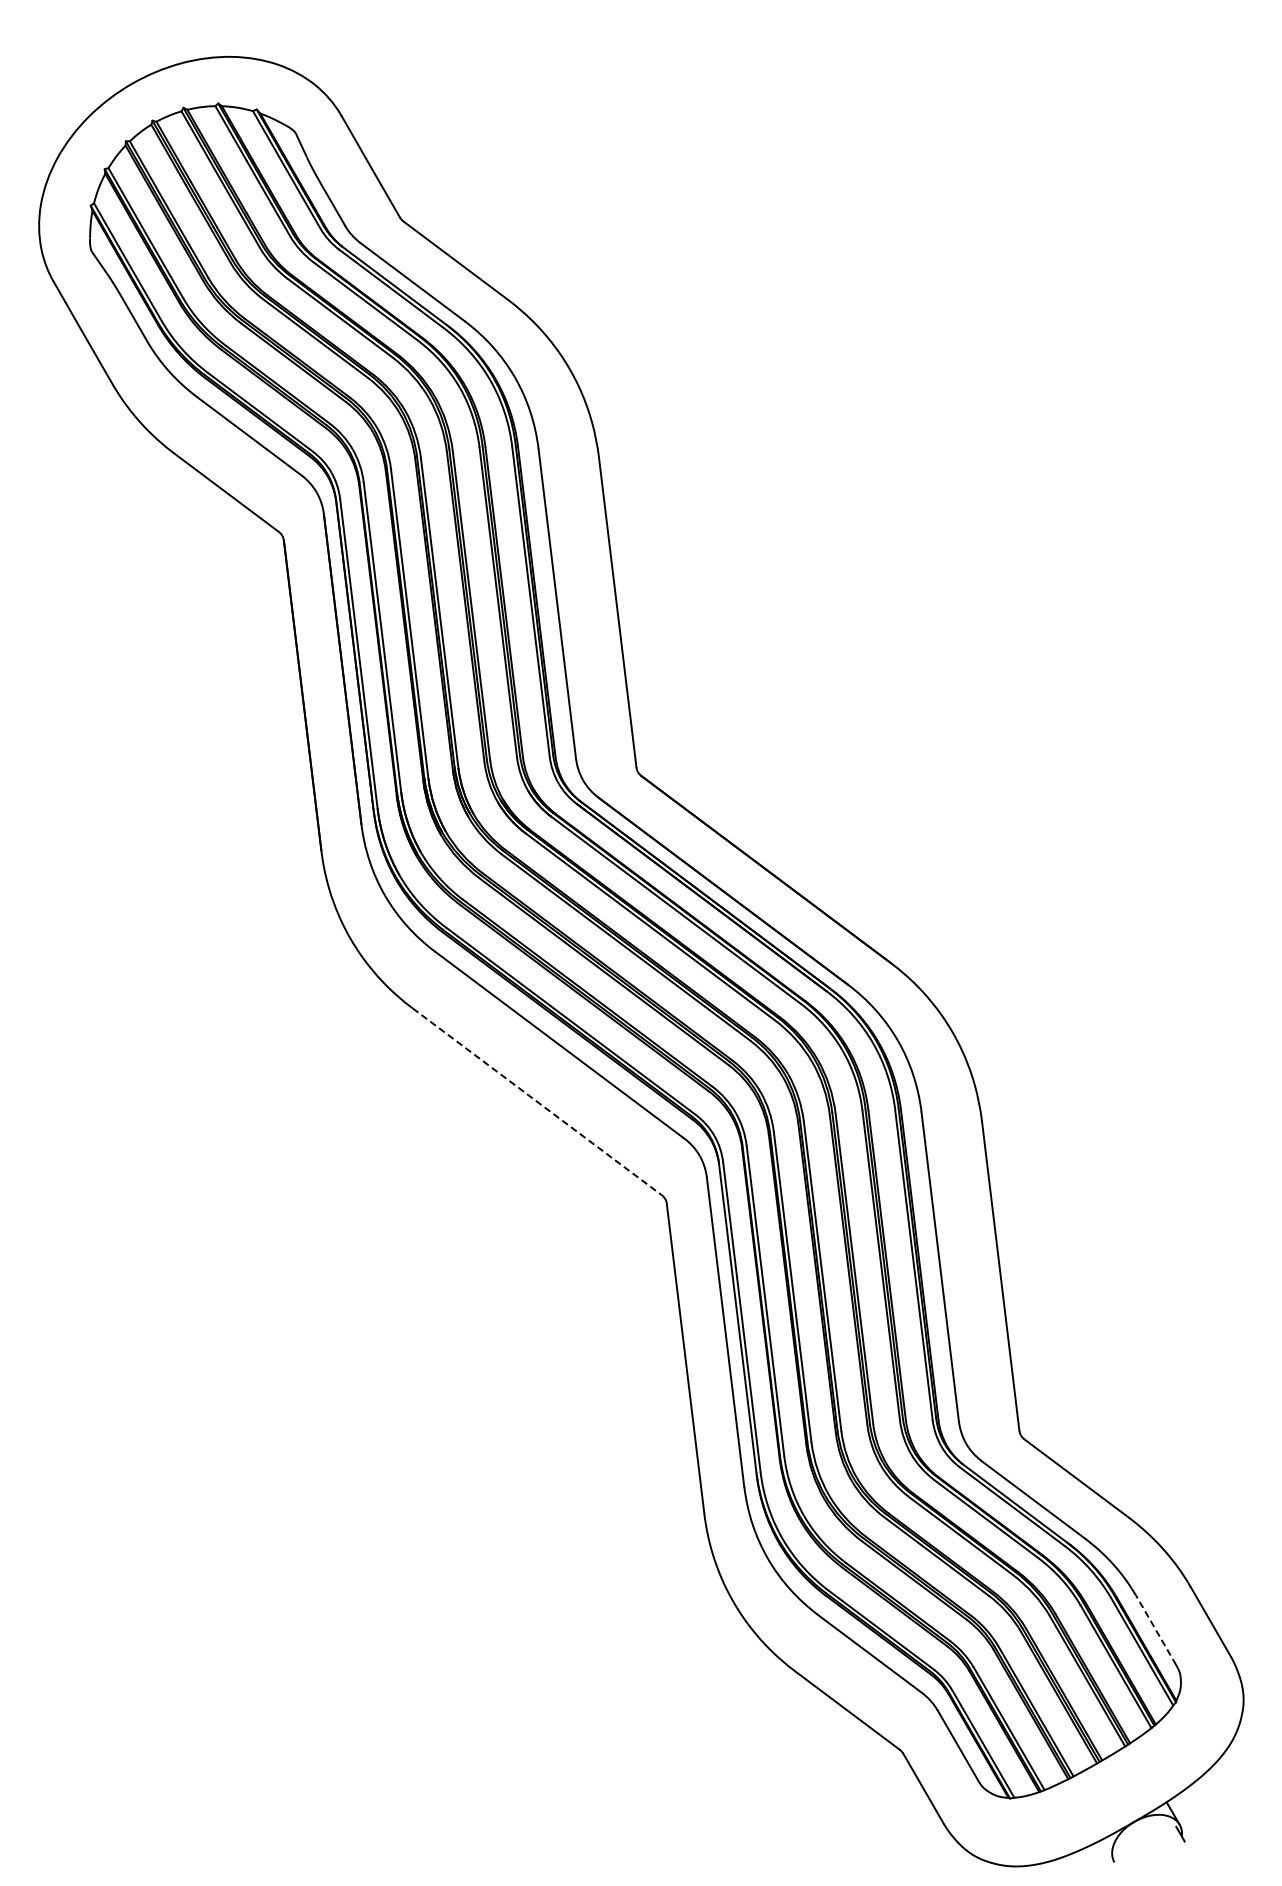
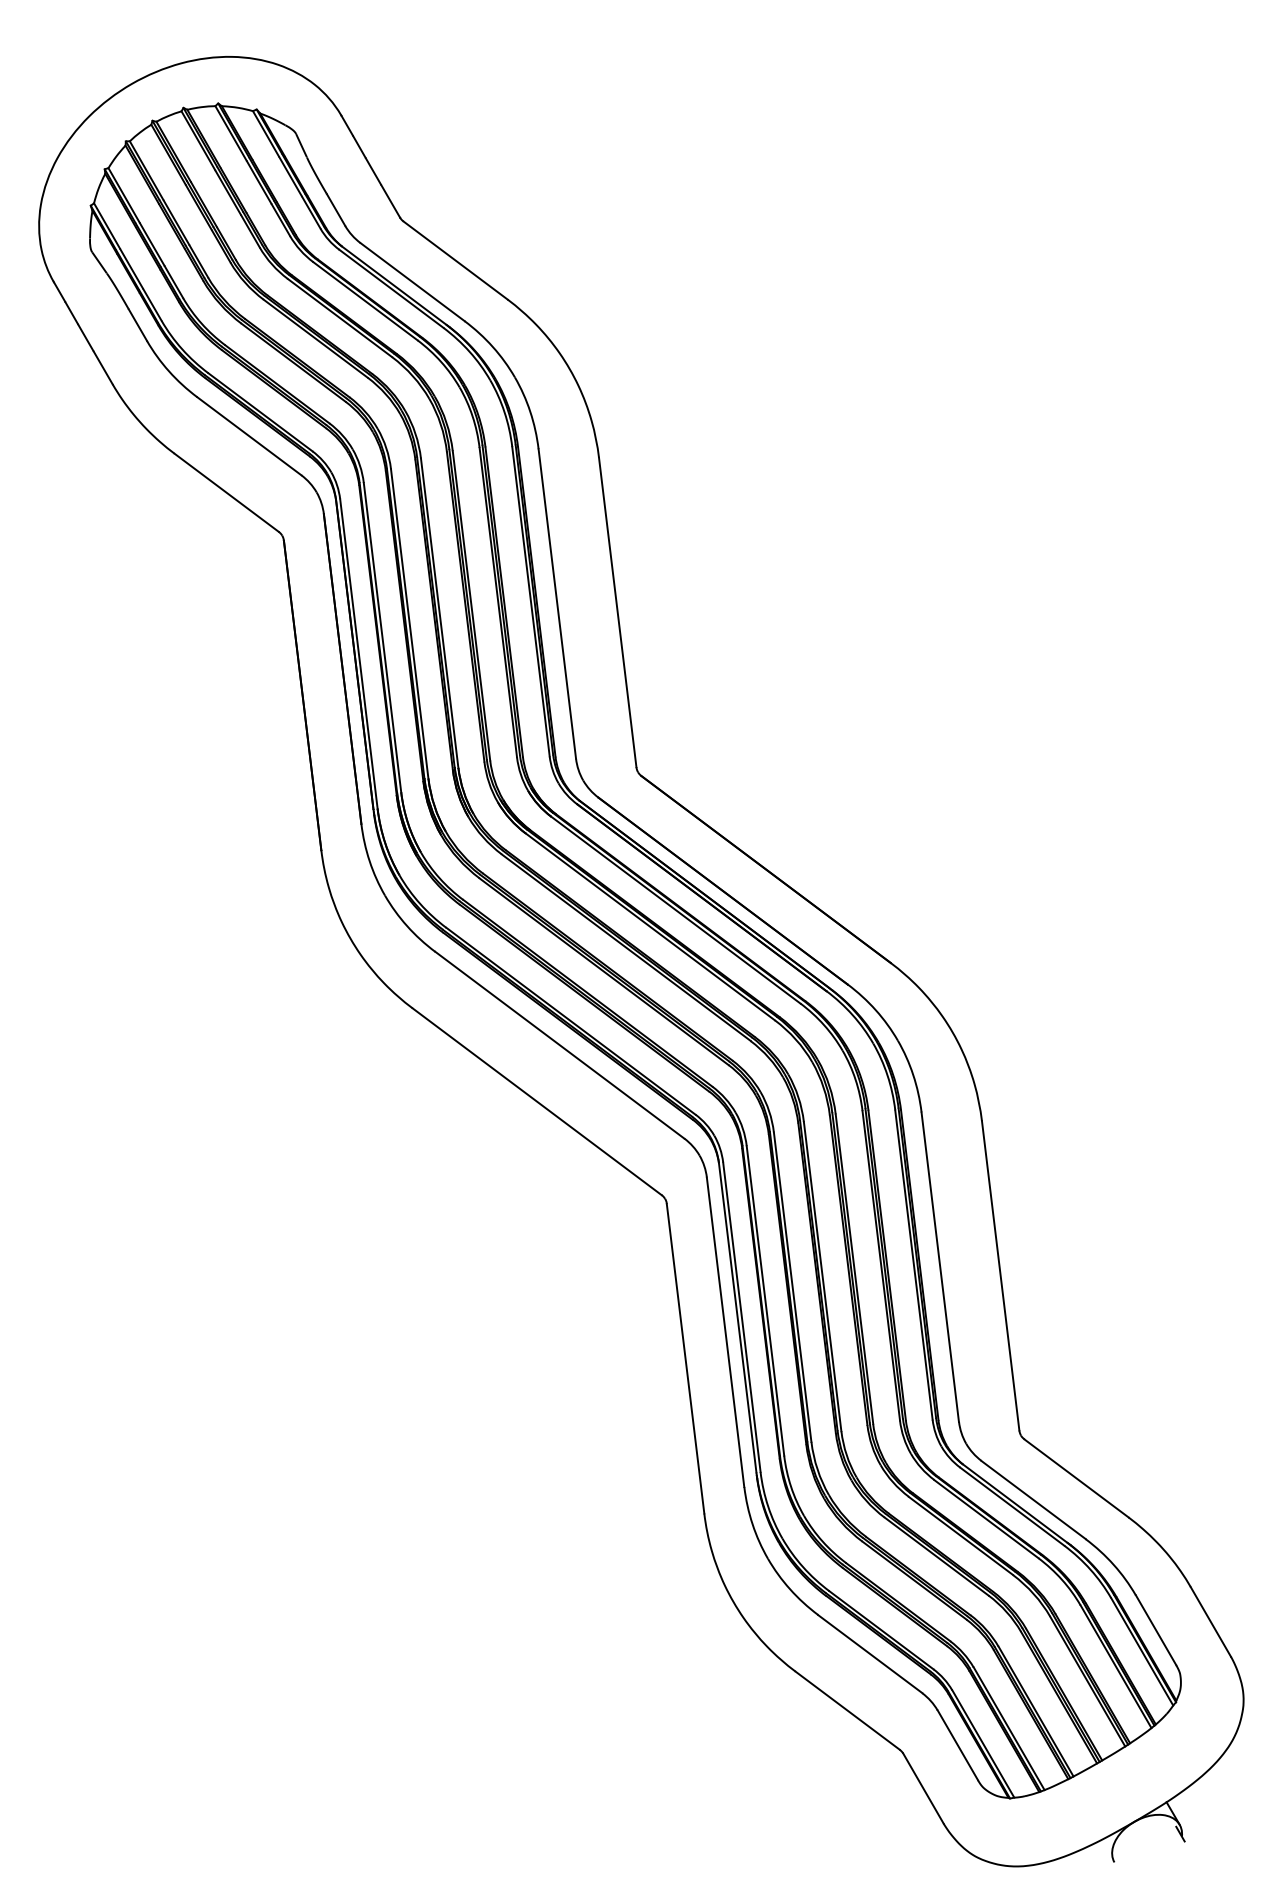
line at (537, 1101): dashed -> solid
line at (1155, 1629): dashed -> solid
